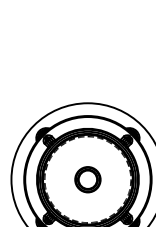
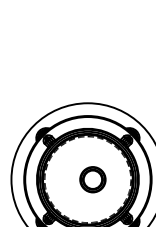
part at (87, 179) position: (87, 179) -> (92, 179)
